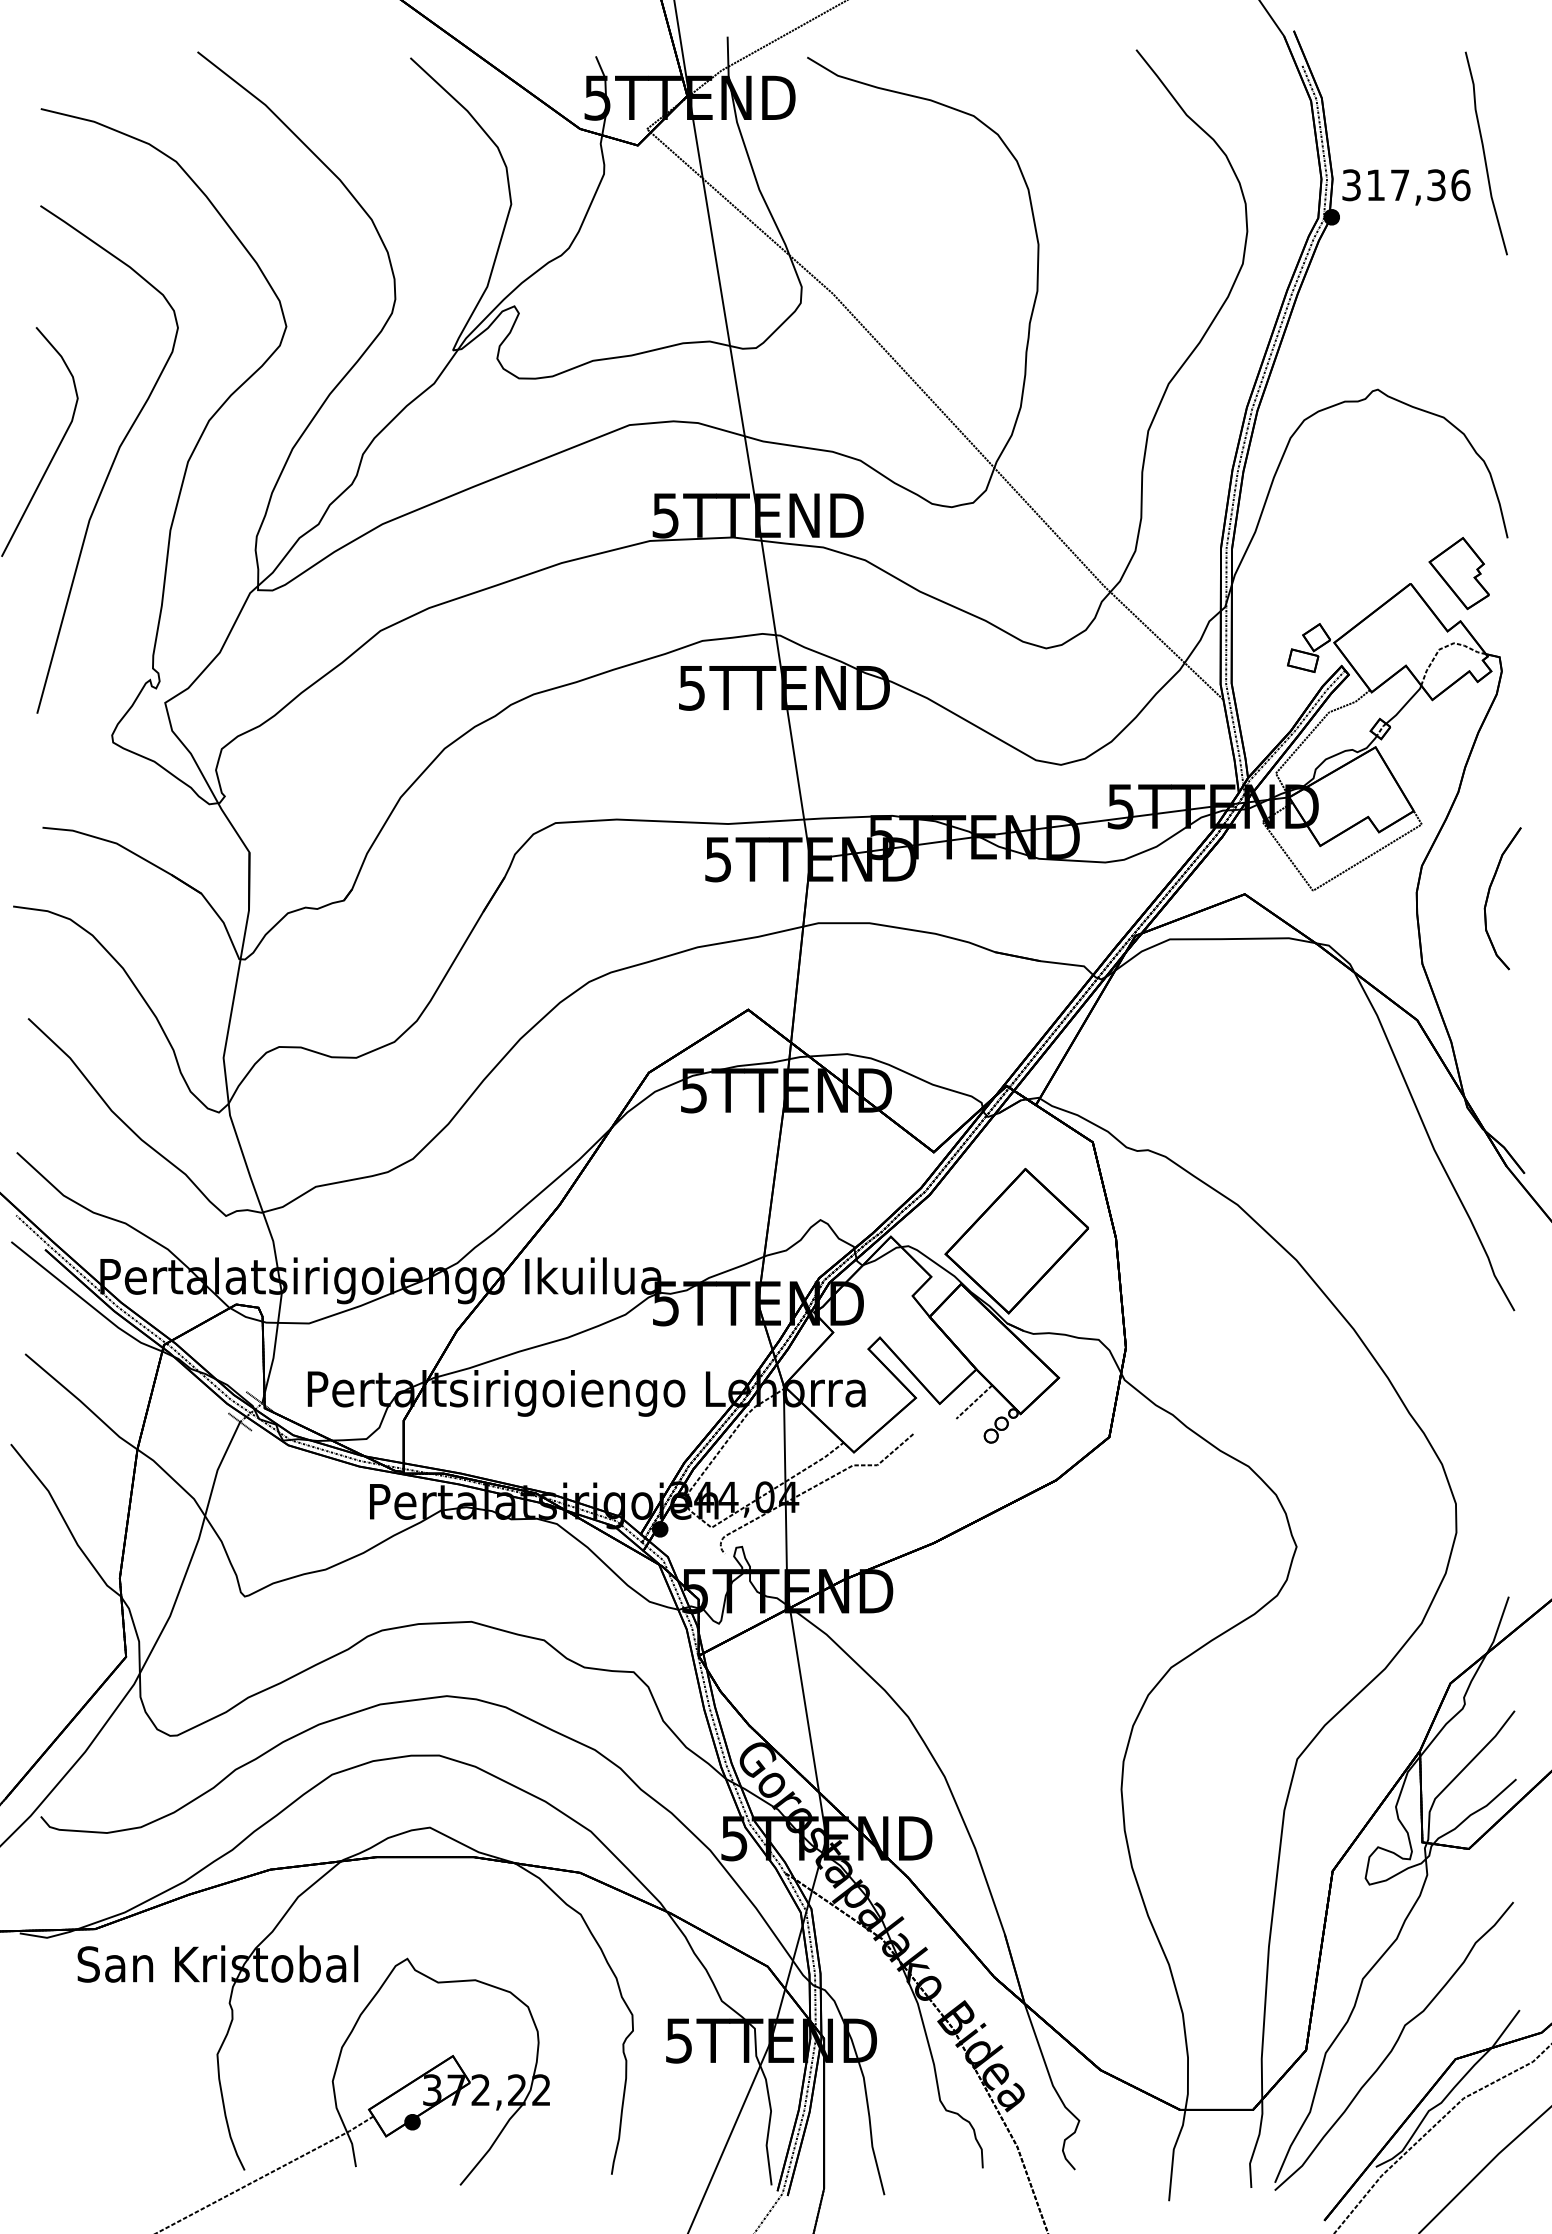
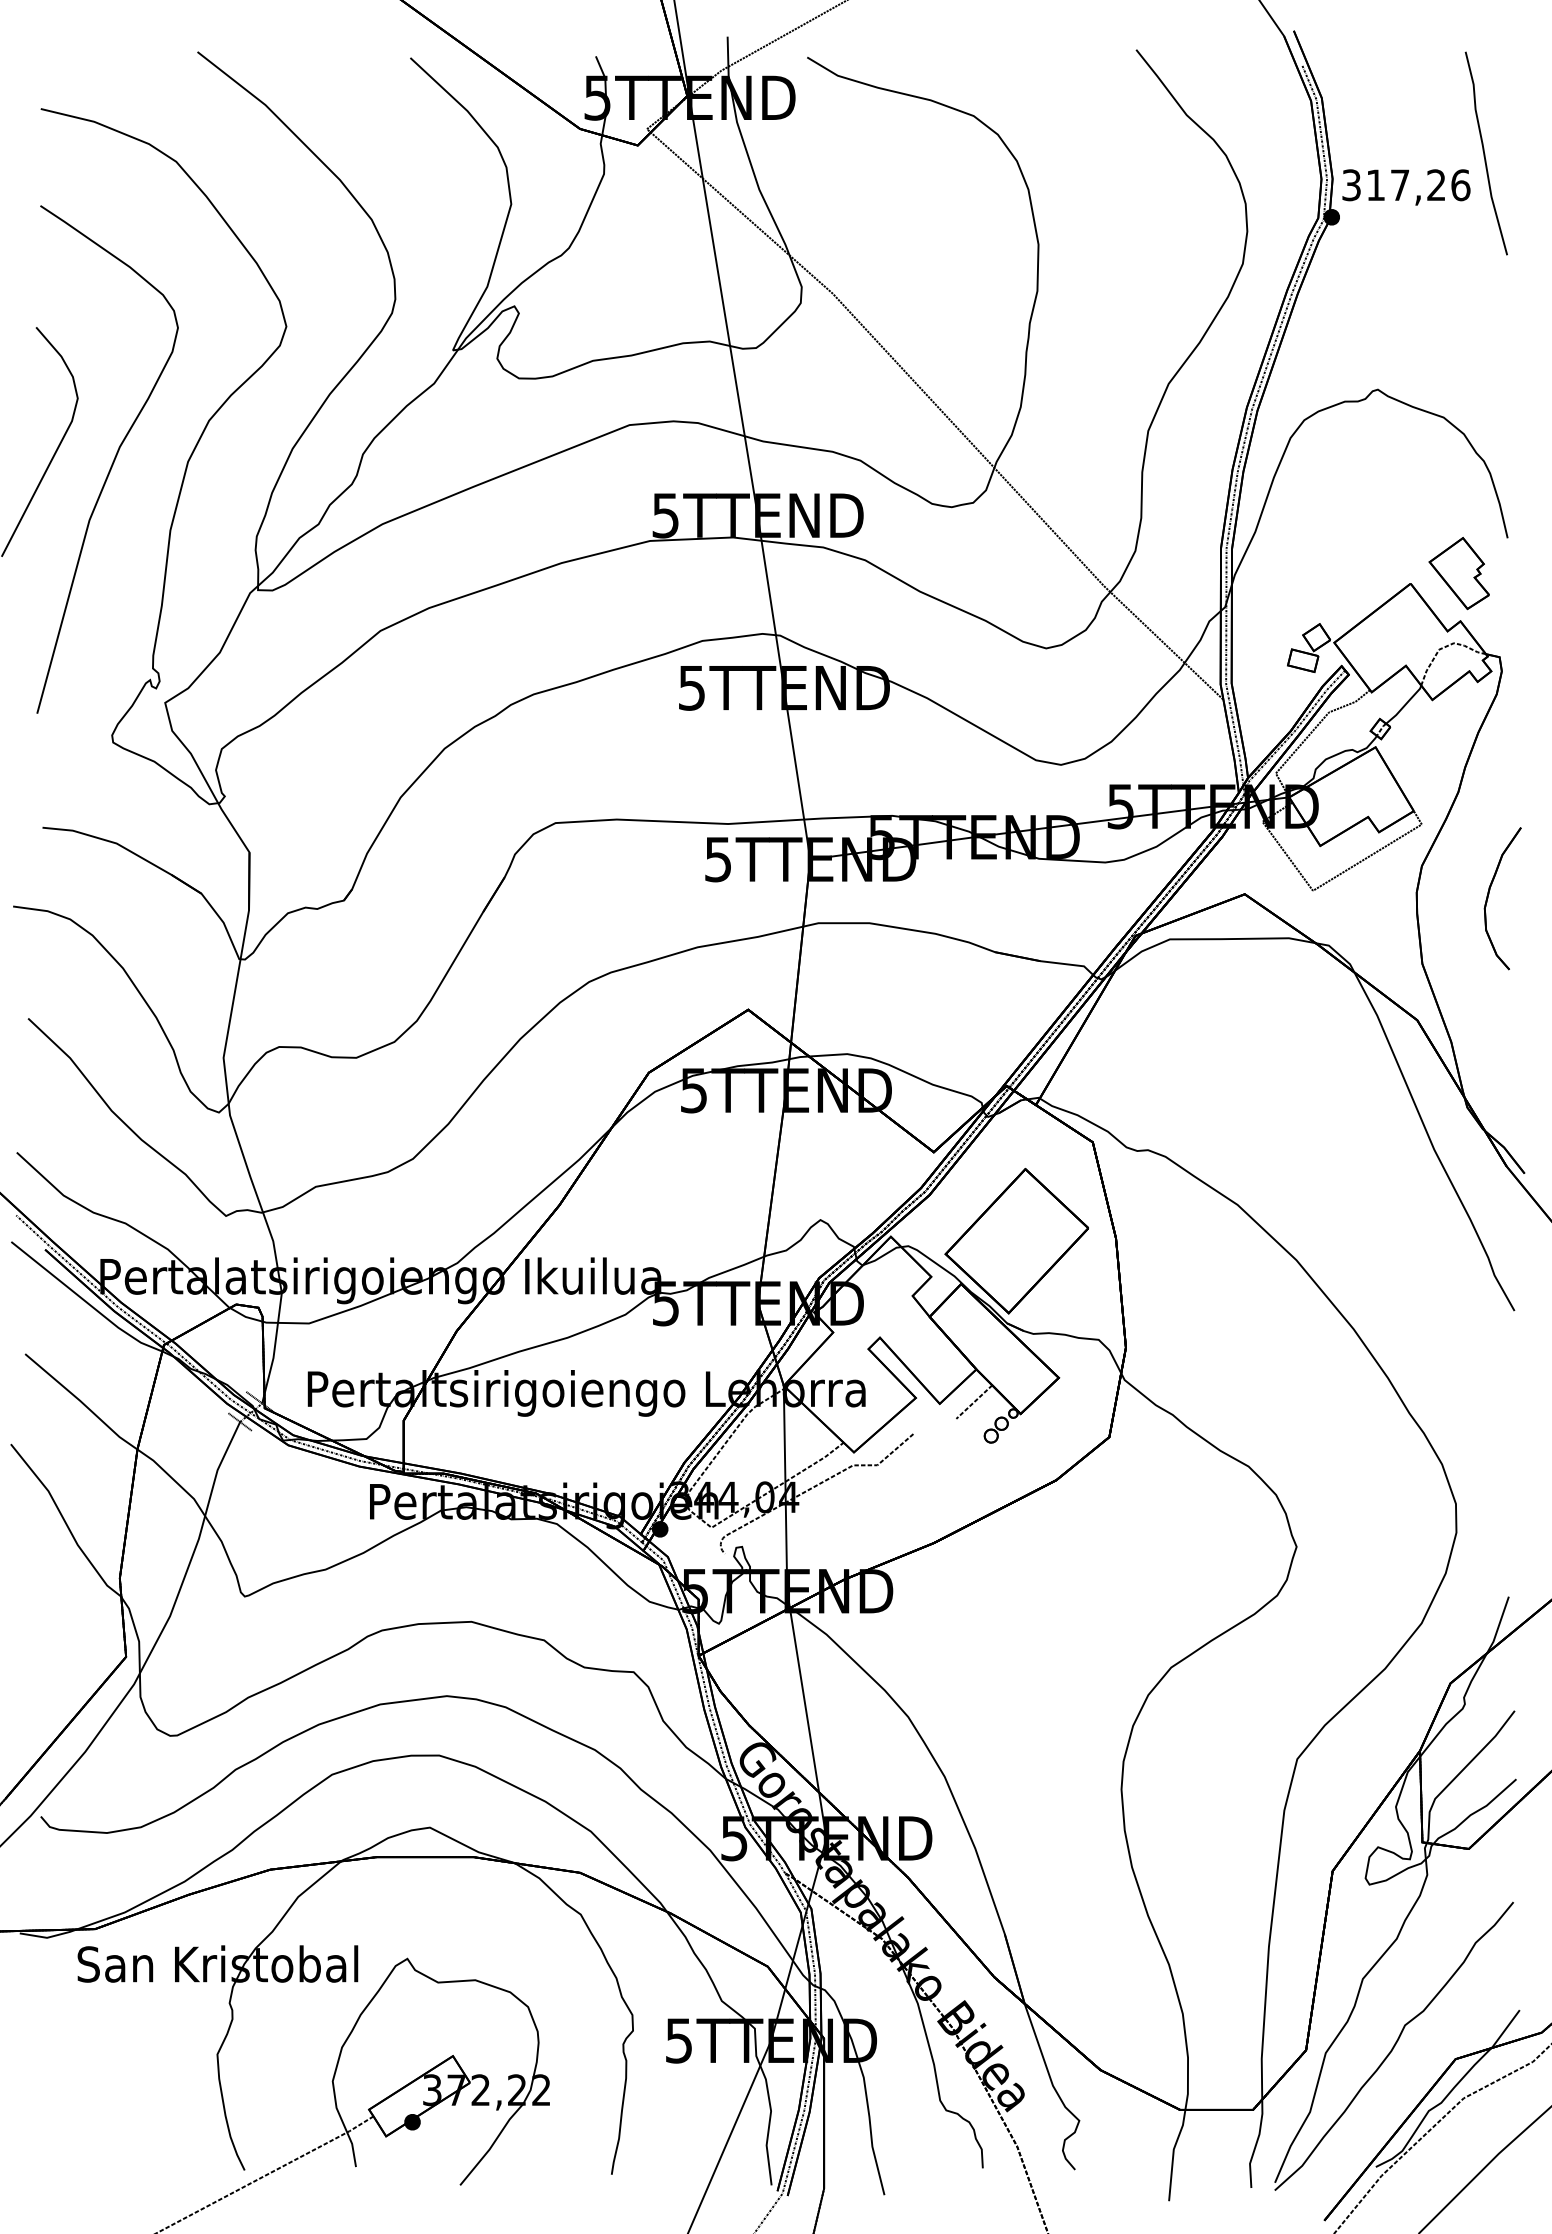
text at (1436, 185): 317,36 -> 317,26
